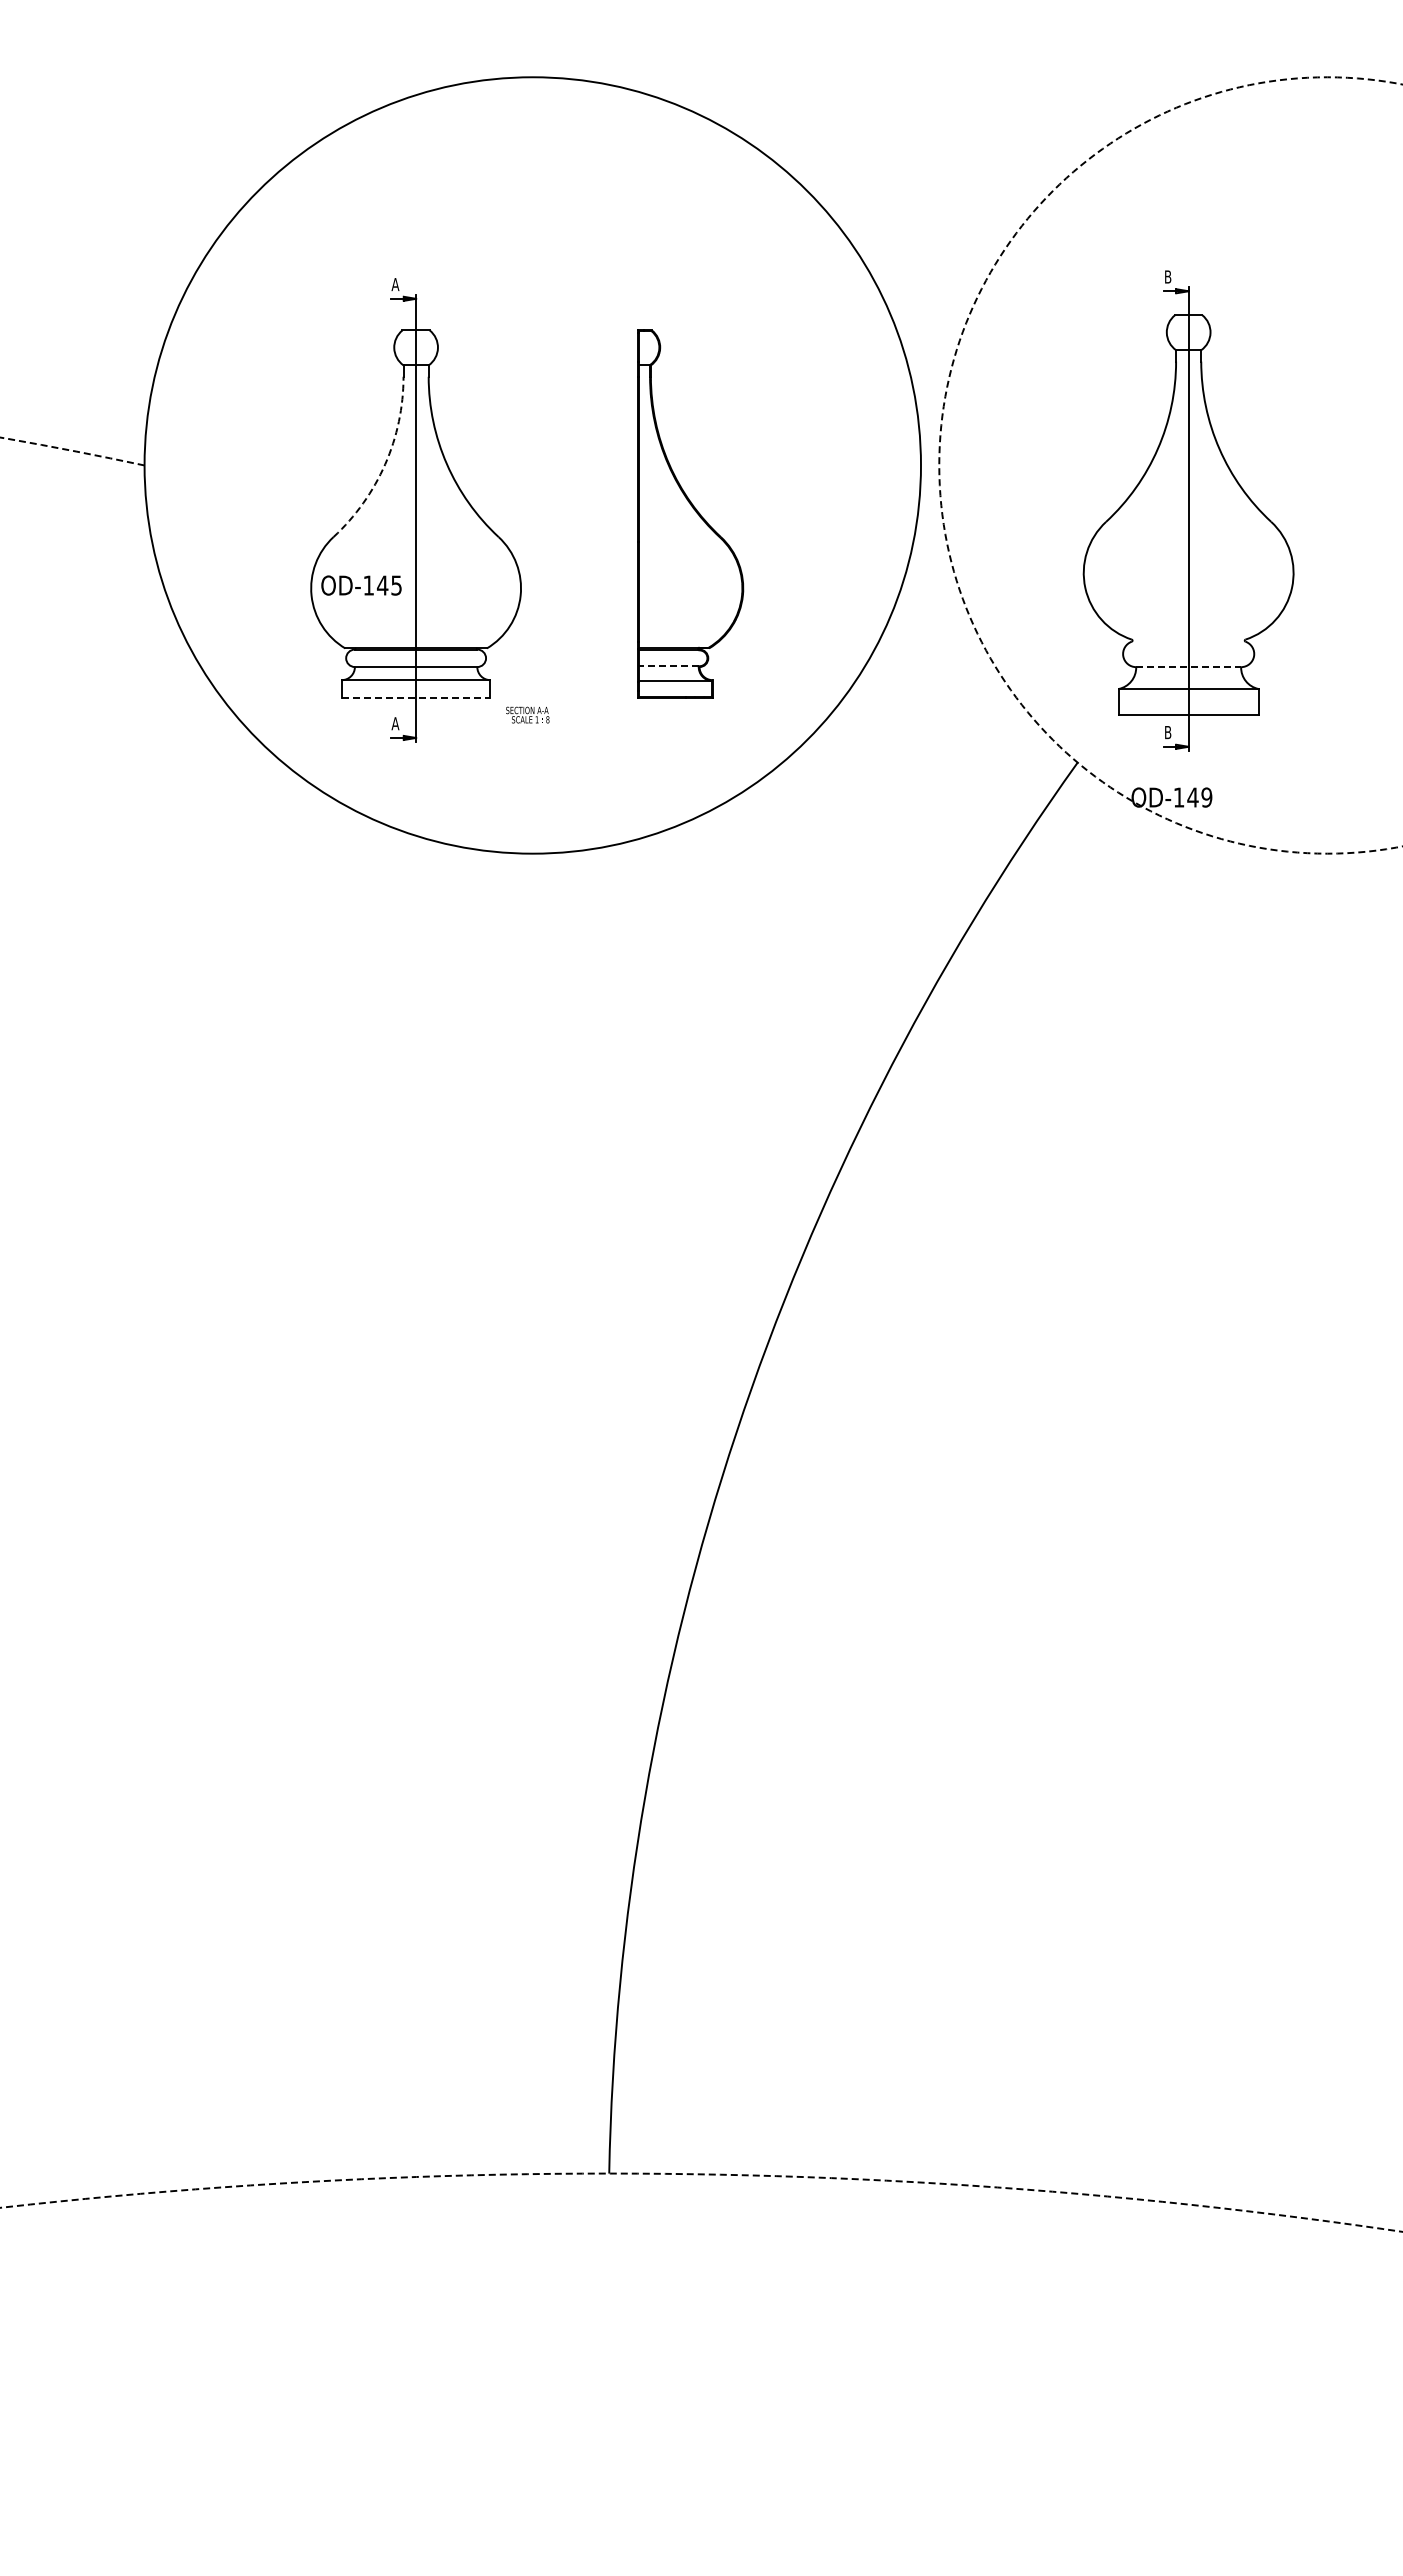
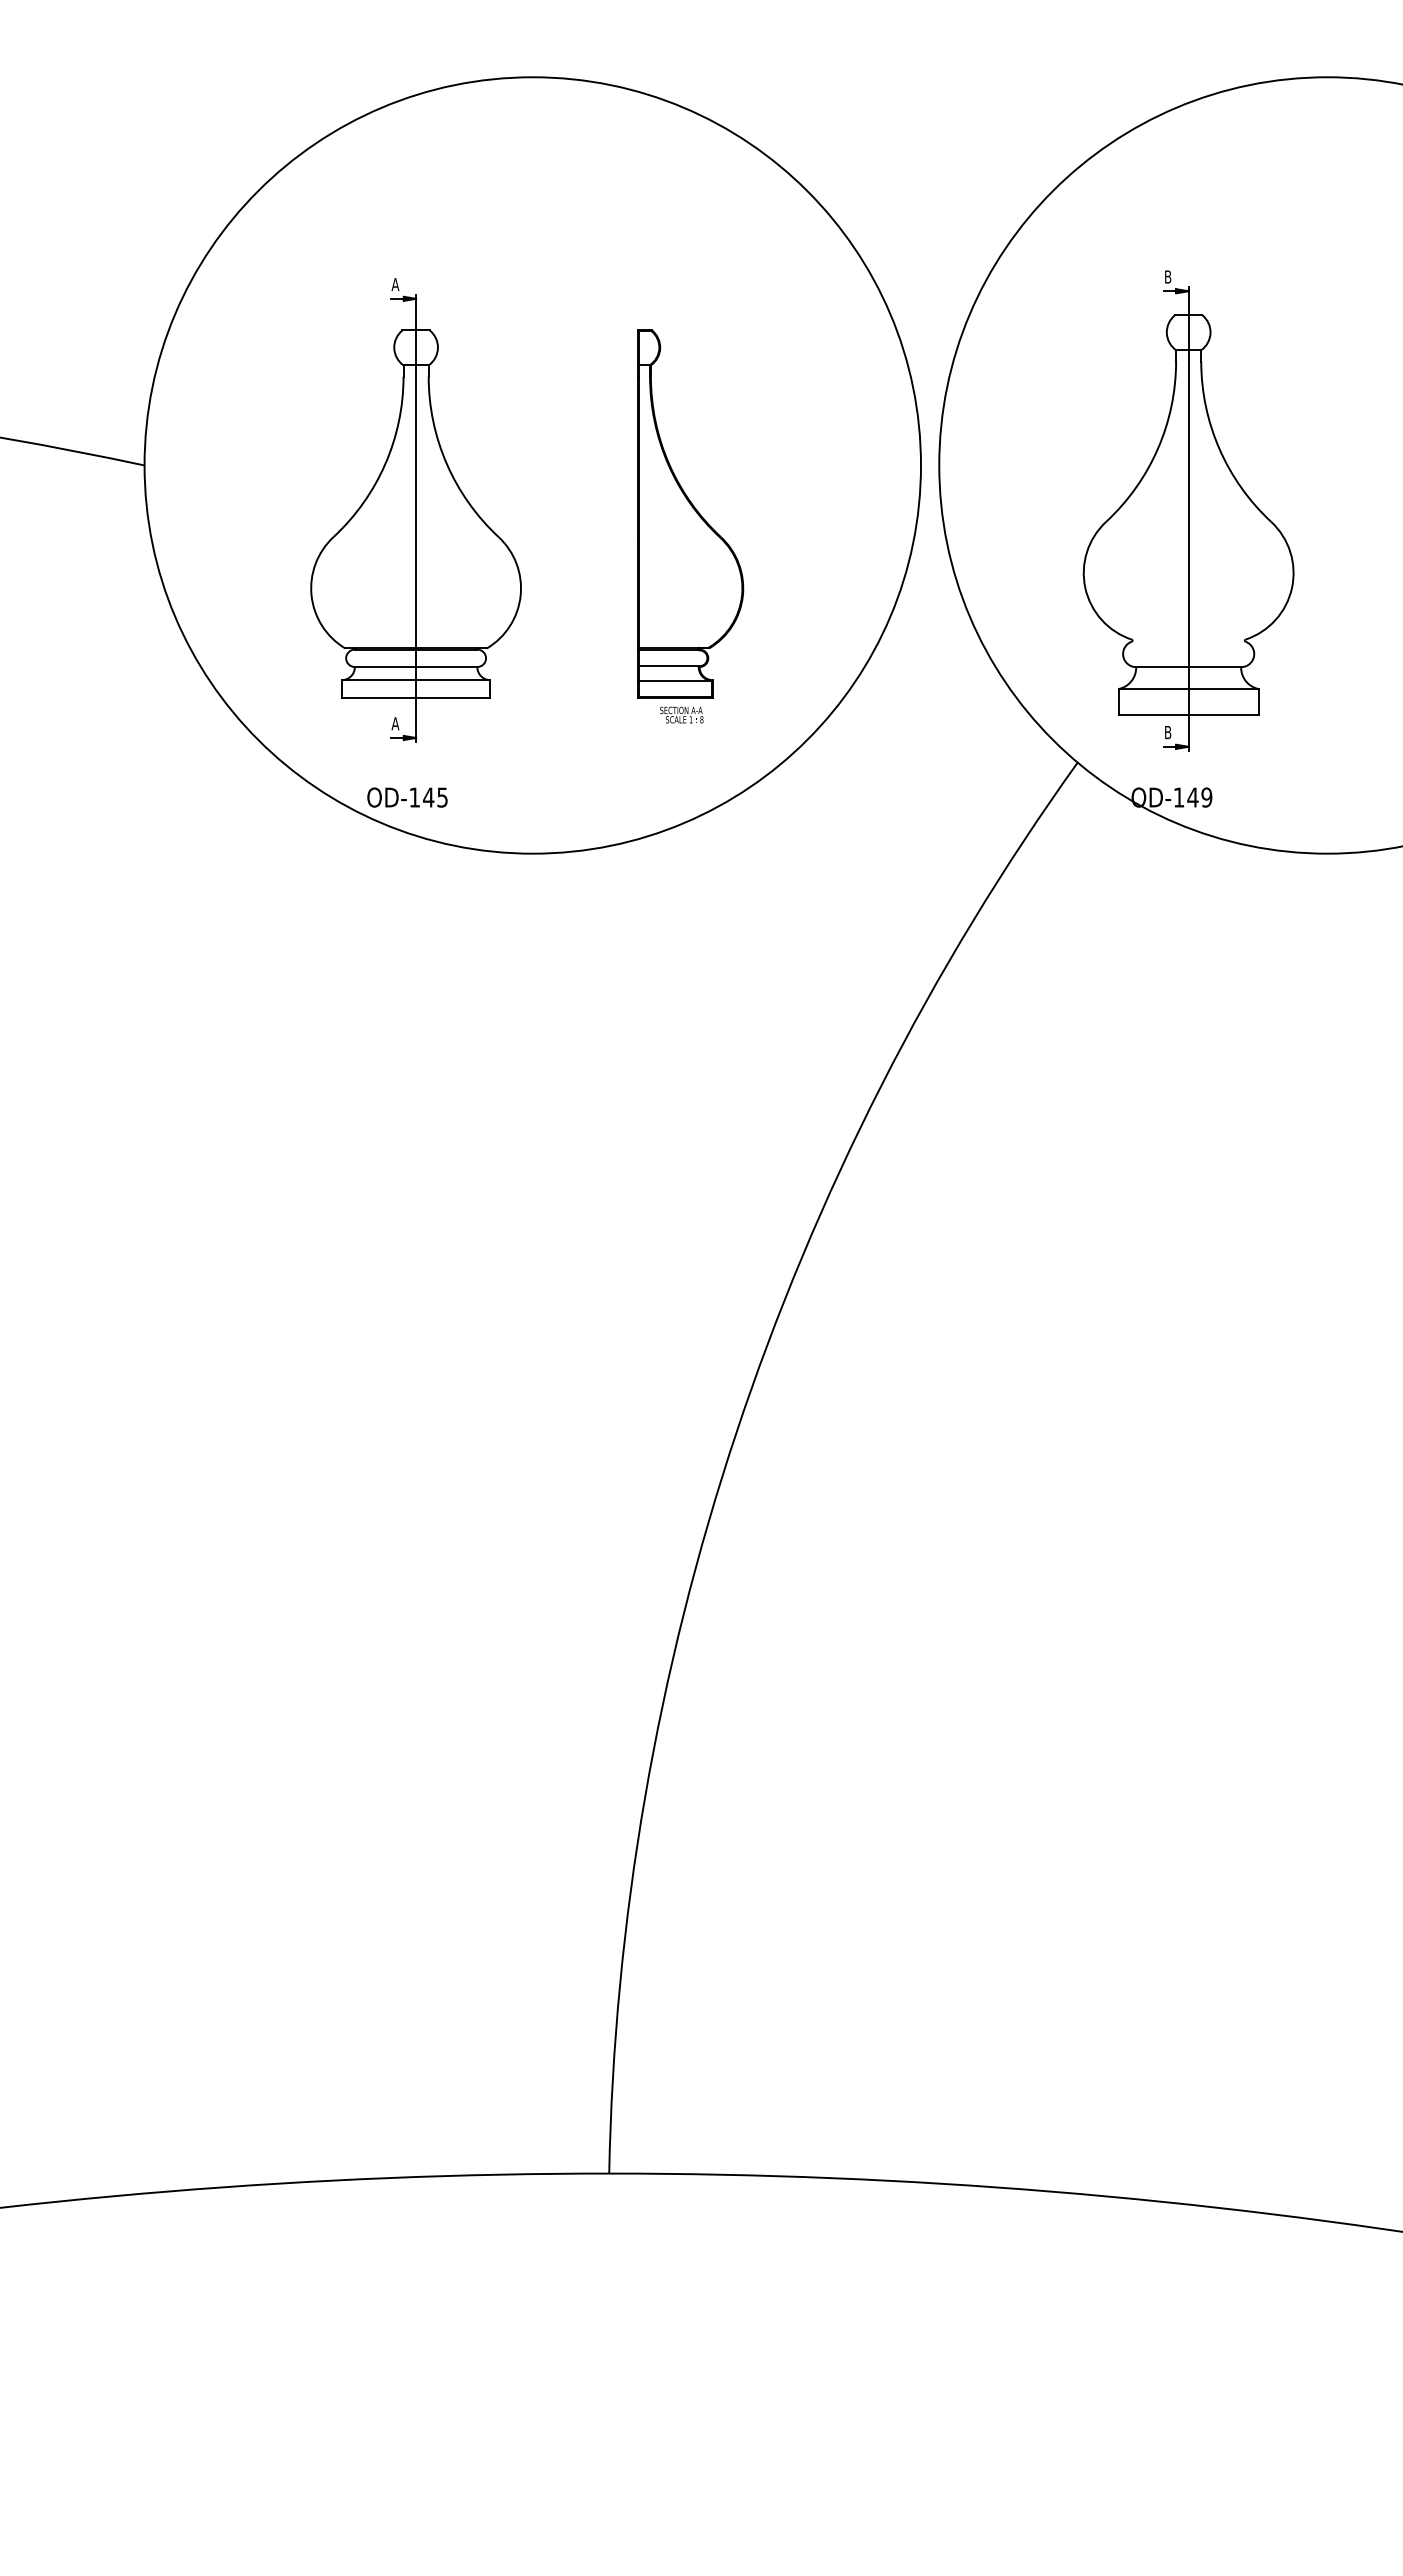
arc at (72, 450): dashed -> solid
arc at (385, 464): dashed -> solid
circle at (1170, 465): dashed -> solid
text at (361, 585) position: (361, 585) -> (407, 797)
line at (668, 666): dashed -> solid
line at (1189, 667): dashed -> solid
line at (416, 697): dashed -> solid
text at (527, 714) position: (527, 714) -> (681, 714)
arc at (702, 2174): dashed -> solid
